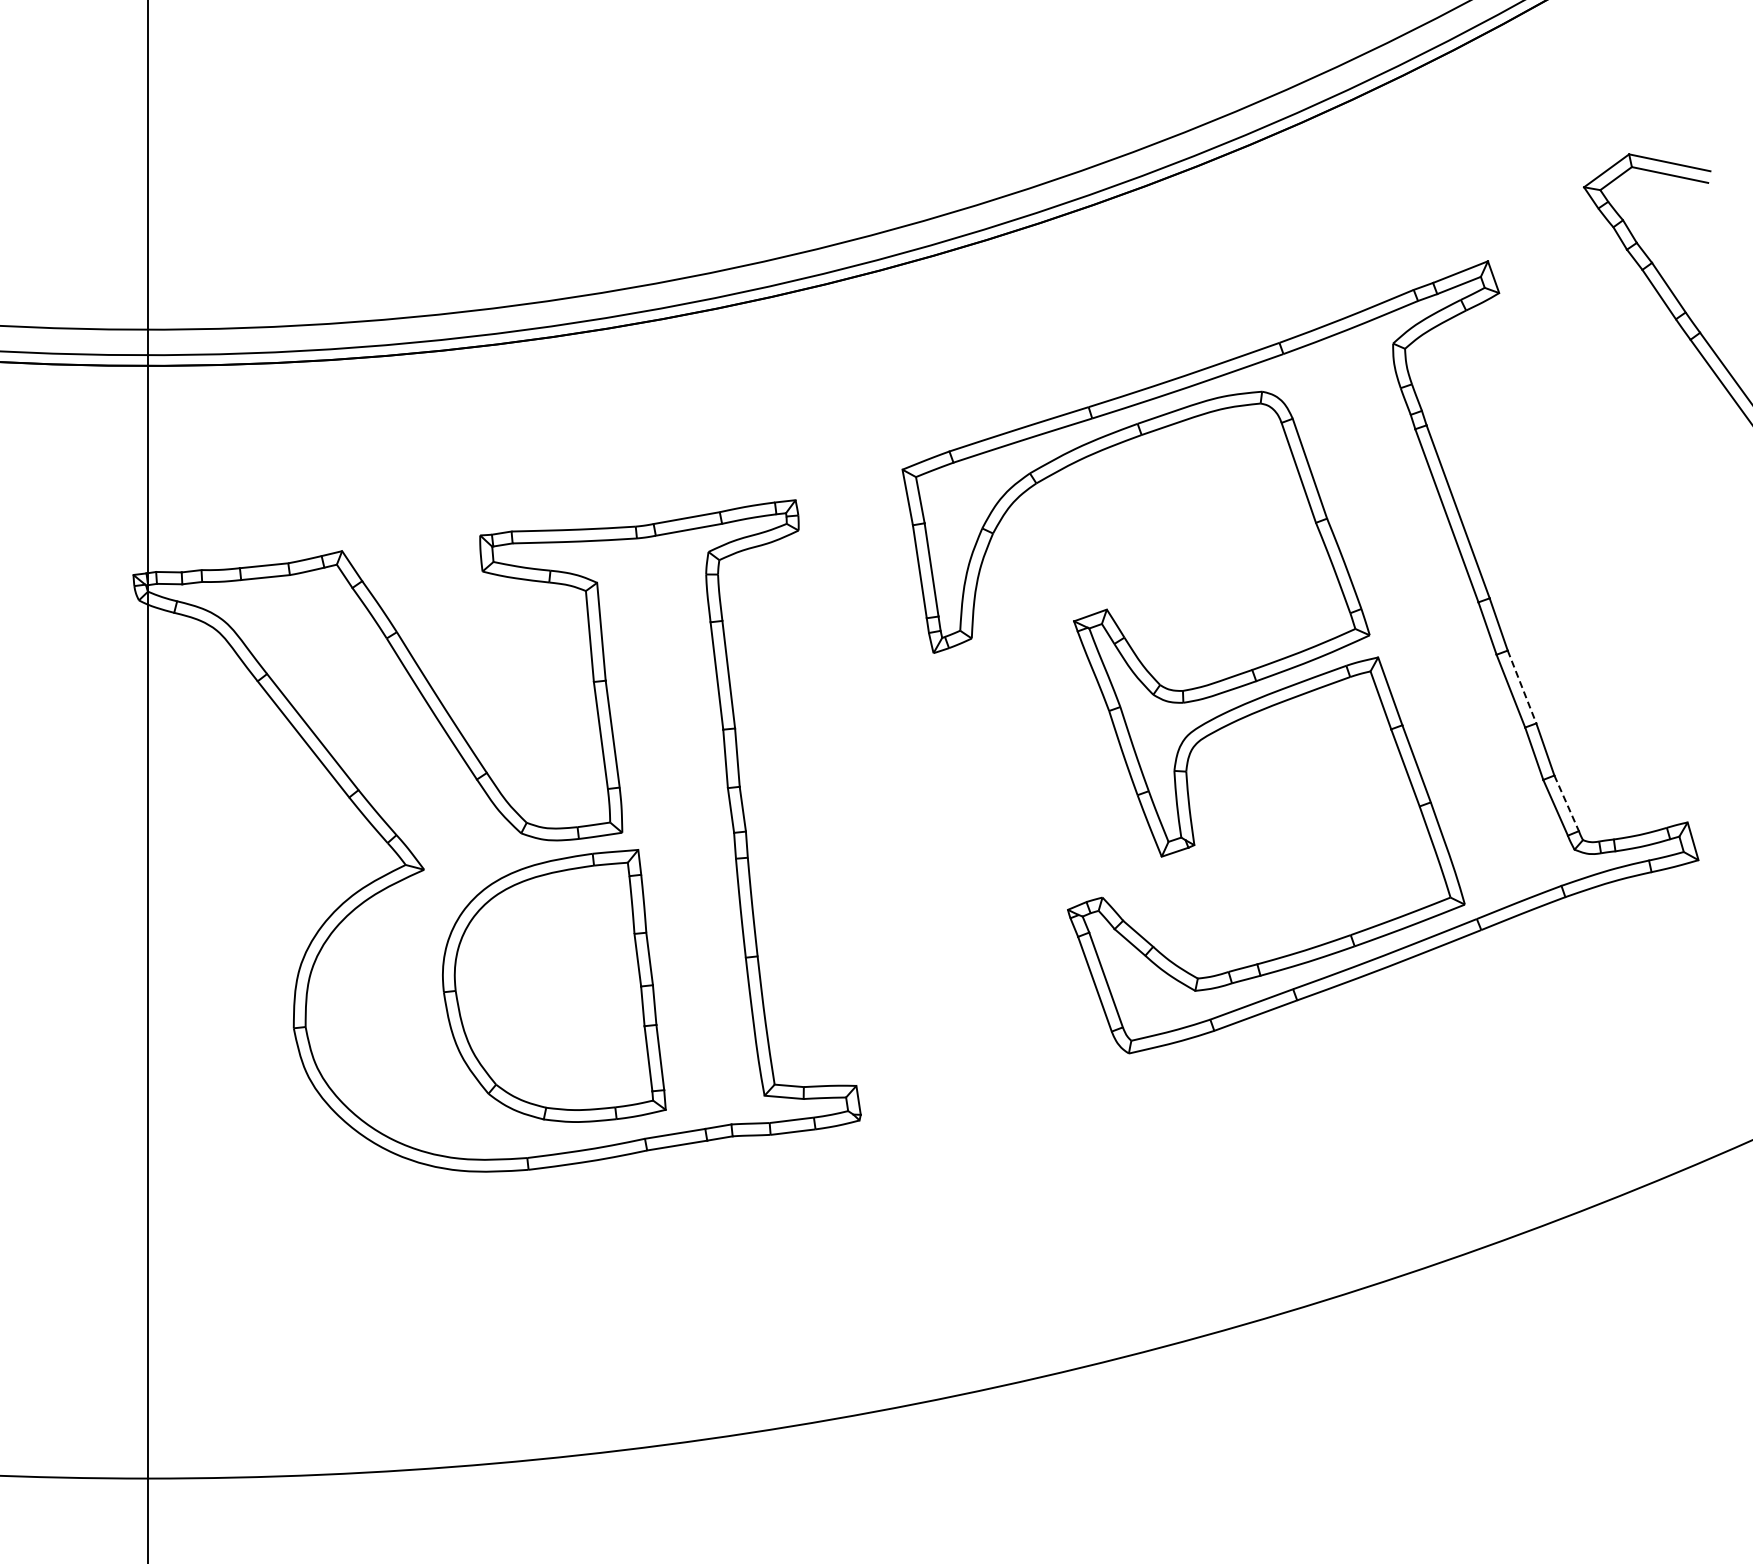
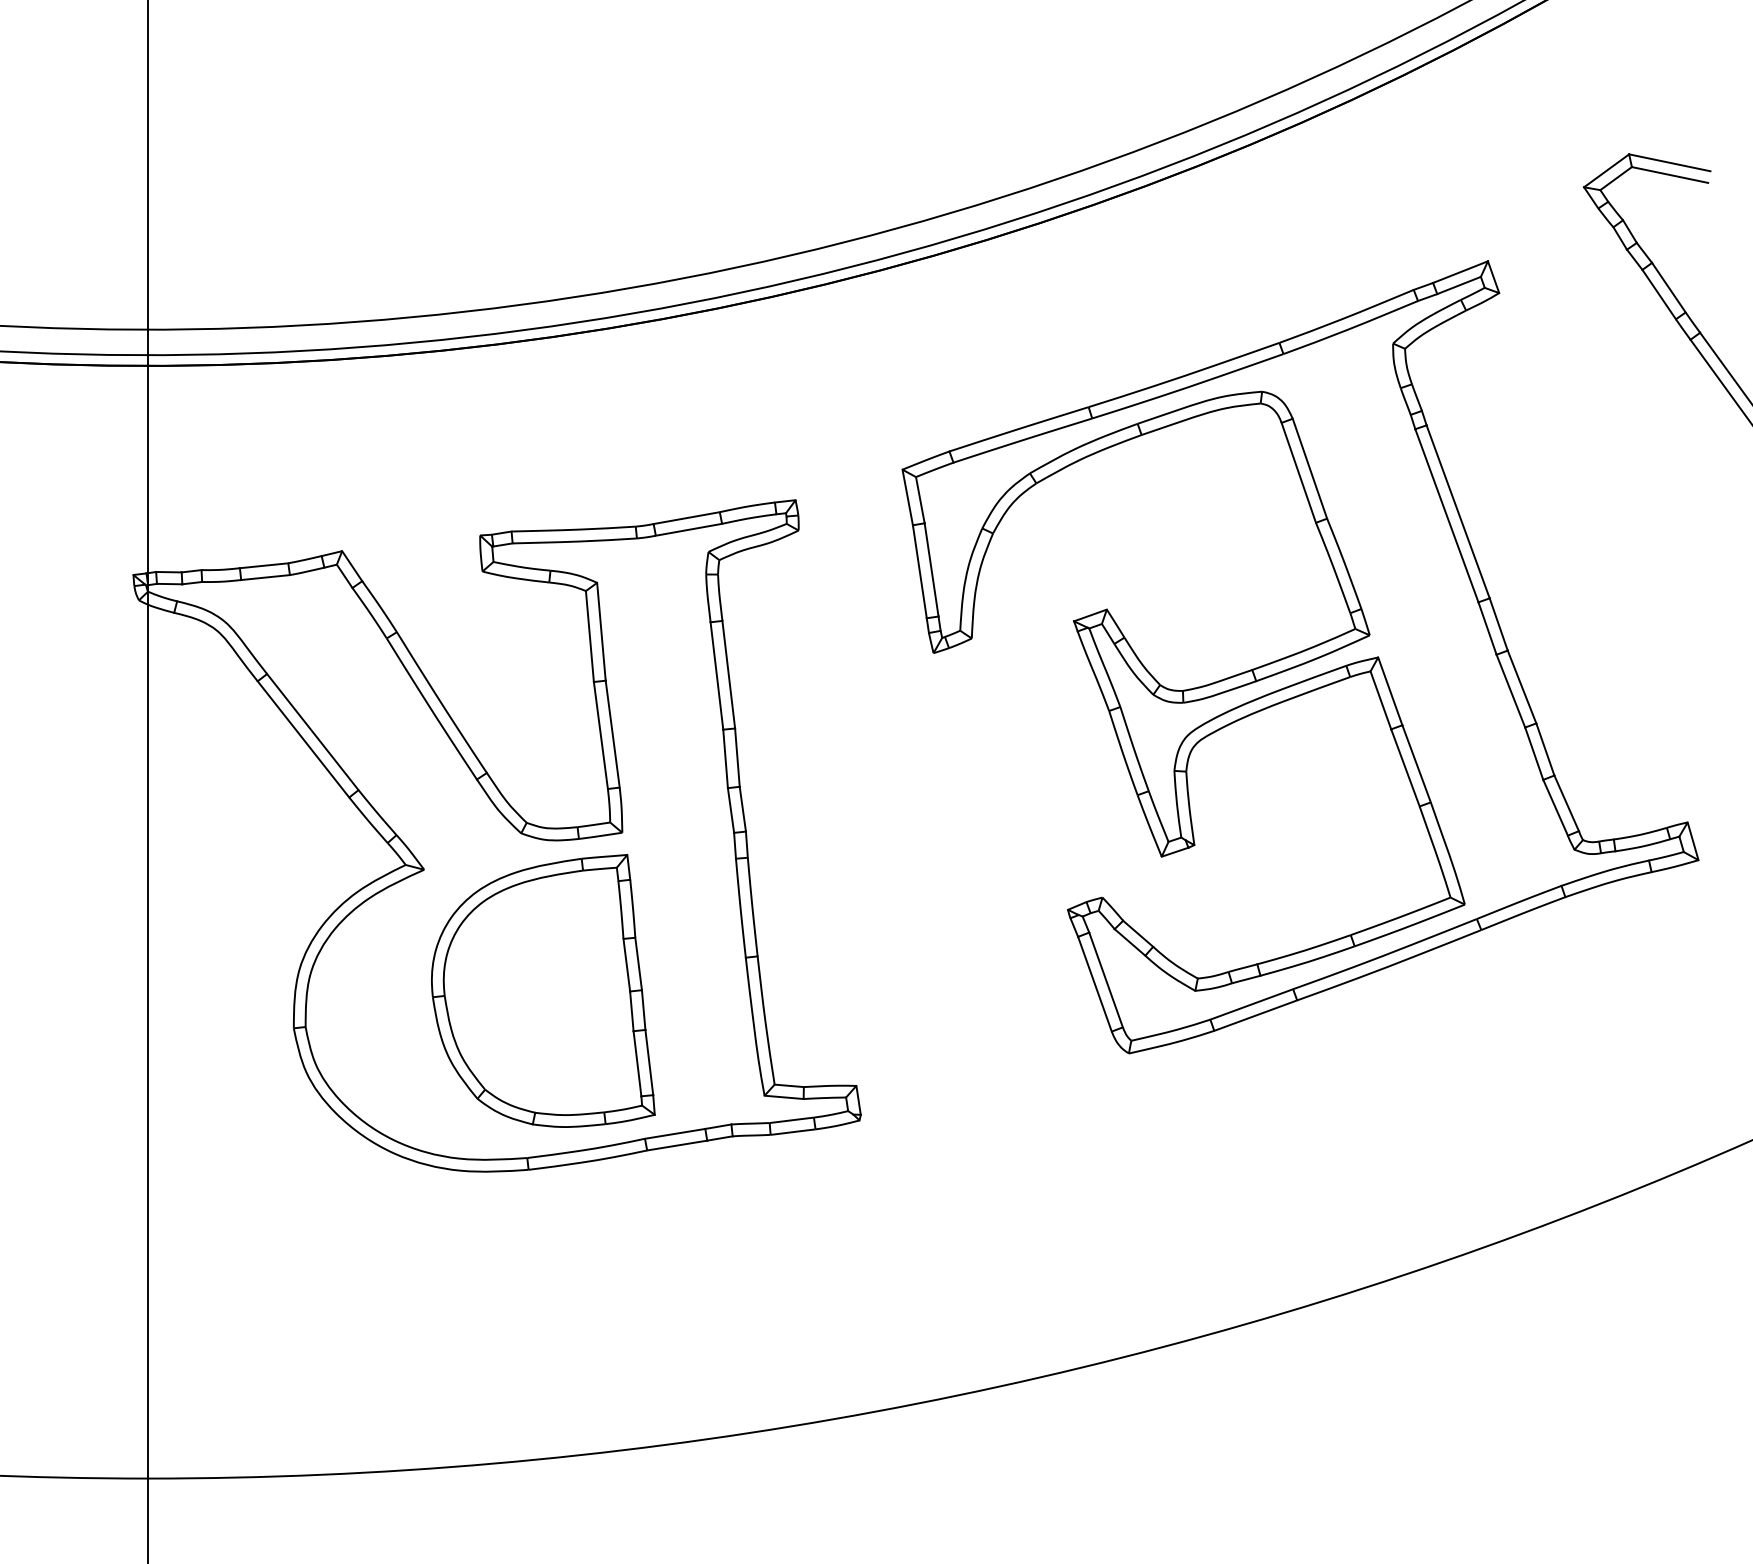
line at (1522, 687): dashed -> solid
line at (1566, 803): dashed -> solid
part at (554, 985) position: (554, 985) -> (543, 990)
